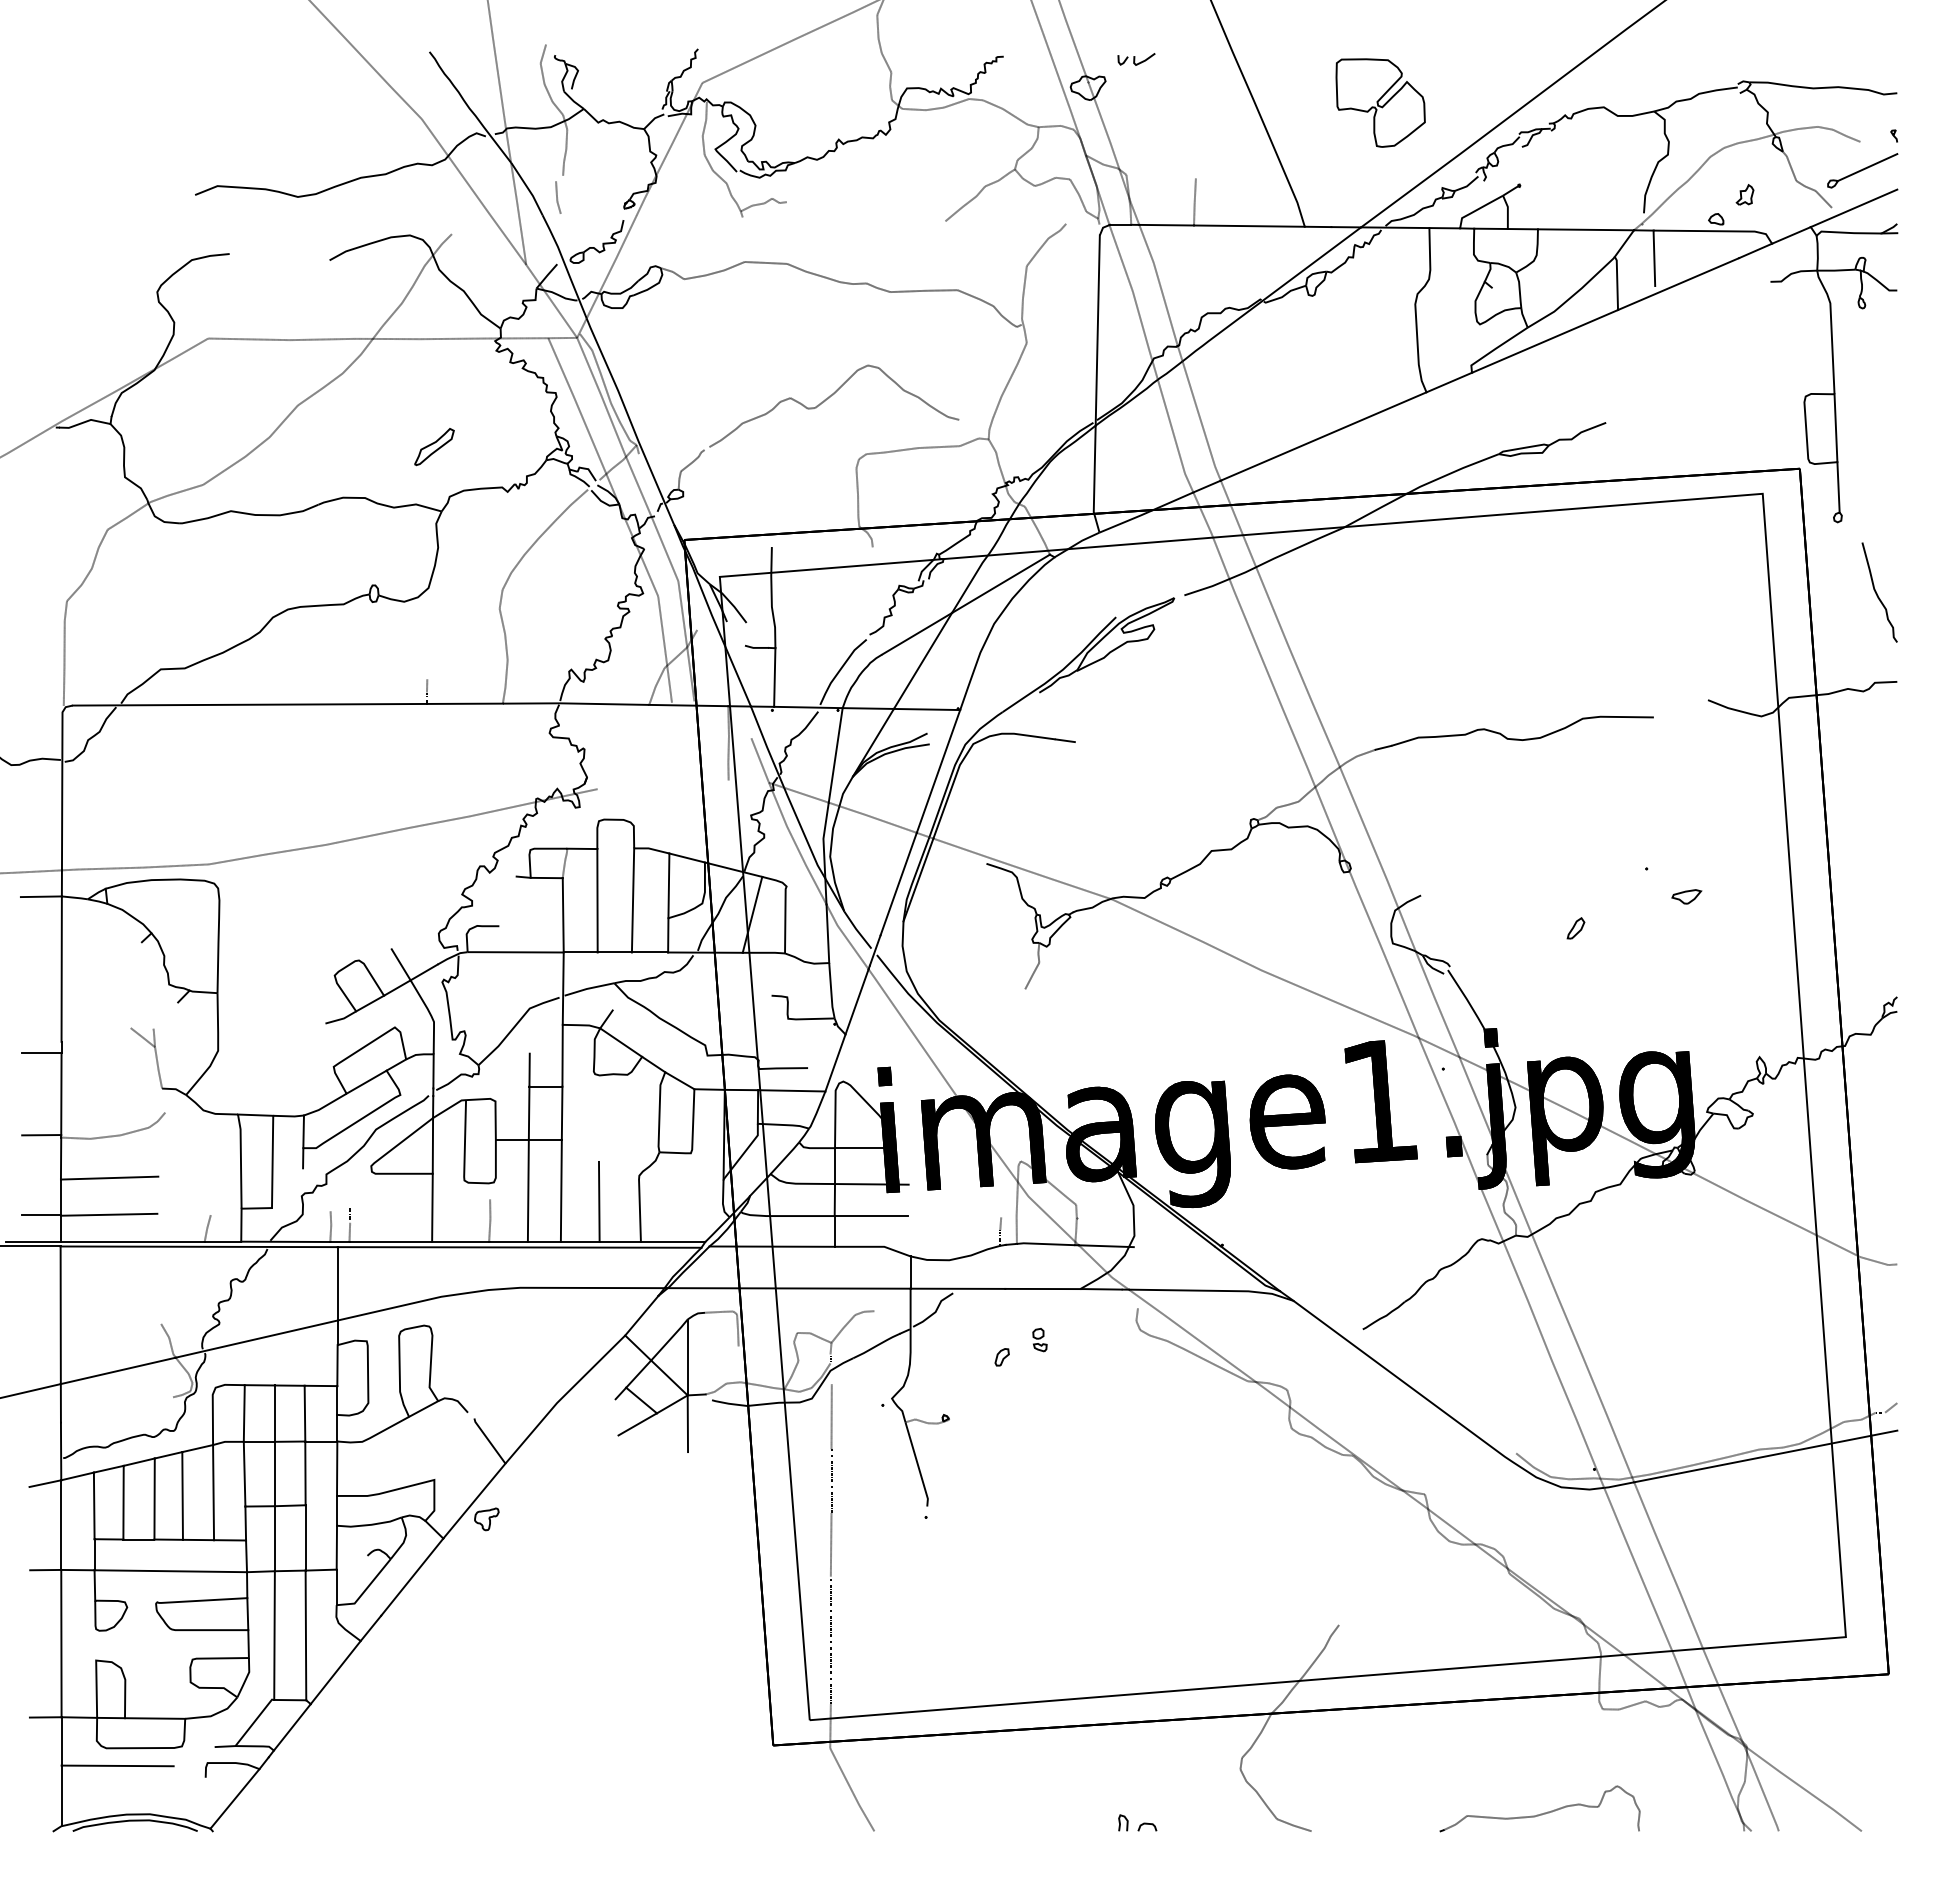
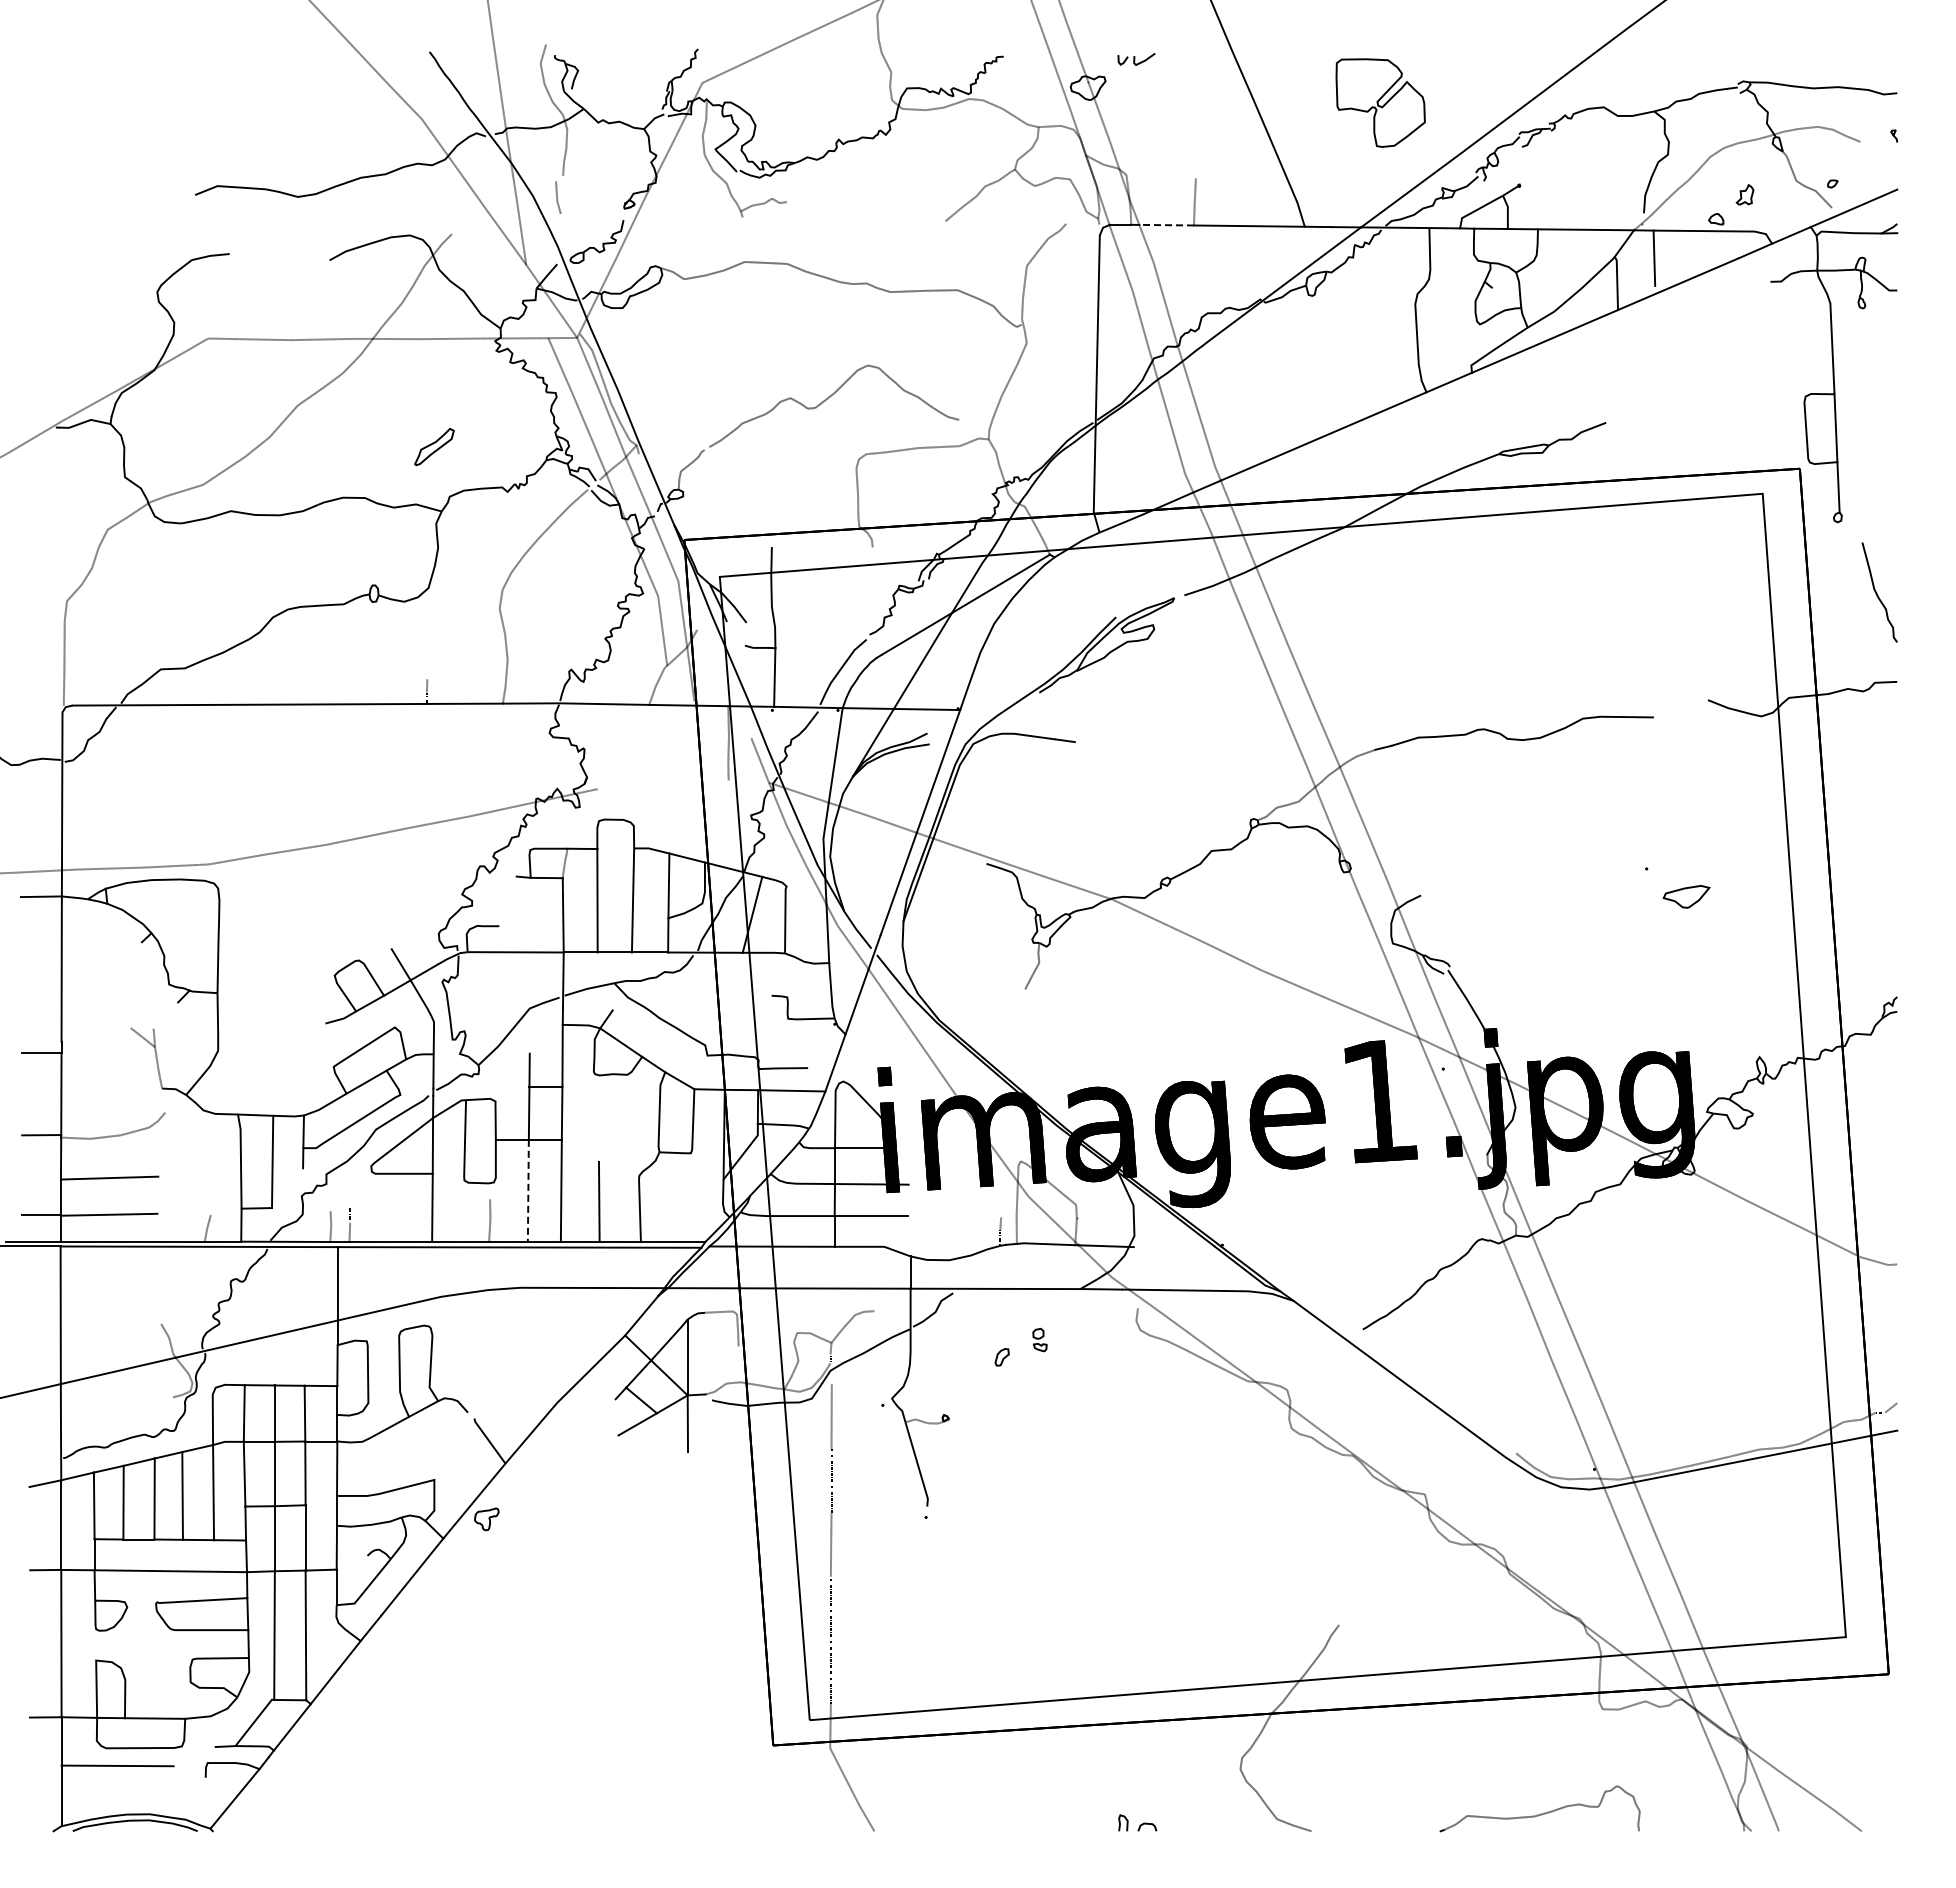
line at (1867, 167): present -> none
line at (1166, 225): solid -> dashed
line at (669, 683): present -> none
part at (1686, 896) size: 32x16 px -> 49x24 px
part at (1575, 928): present -> none
line at (528, 1191): solid -> dashed
